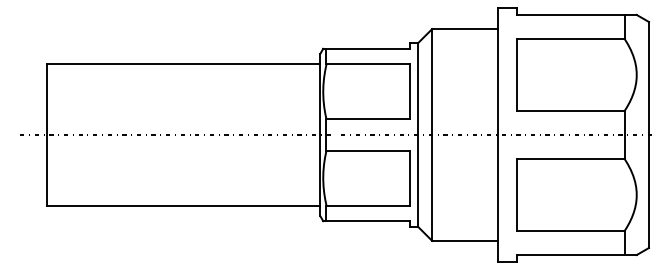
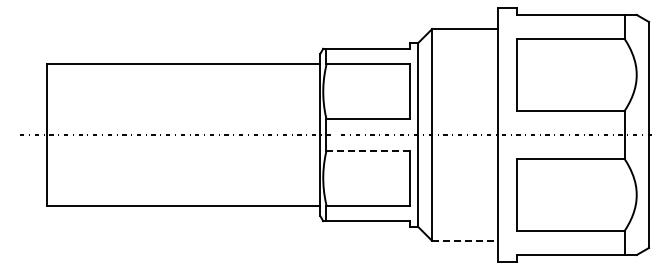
line at (368, 150): solid -> dashed
line at (465, 240): solid -> dashed
